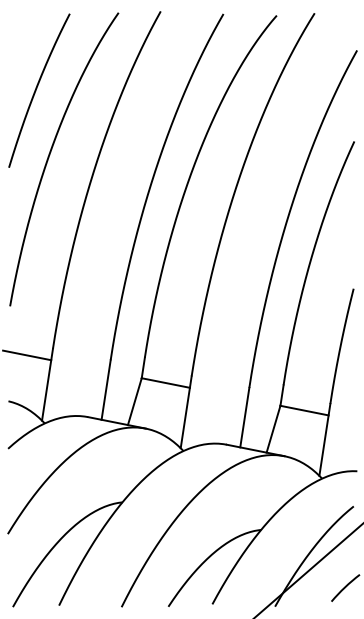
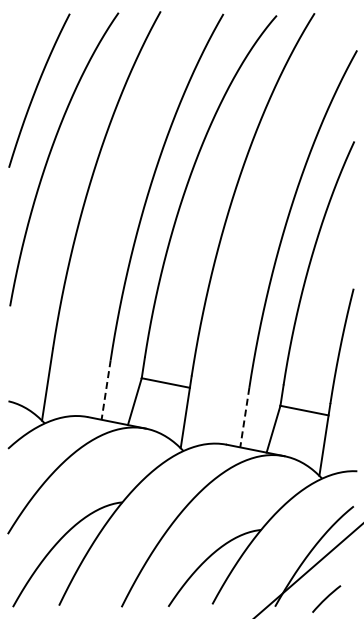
line at (27, 355): present -> none
line at (106, 390): solid -> dashed
line at (244, 418): solid -> dashed
line at (345, 587) position: (345, 587) -> (326, 598)
